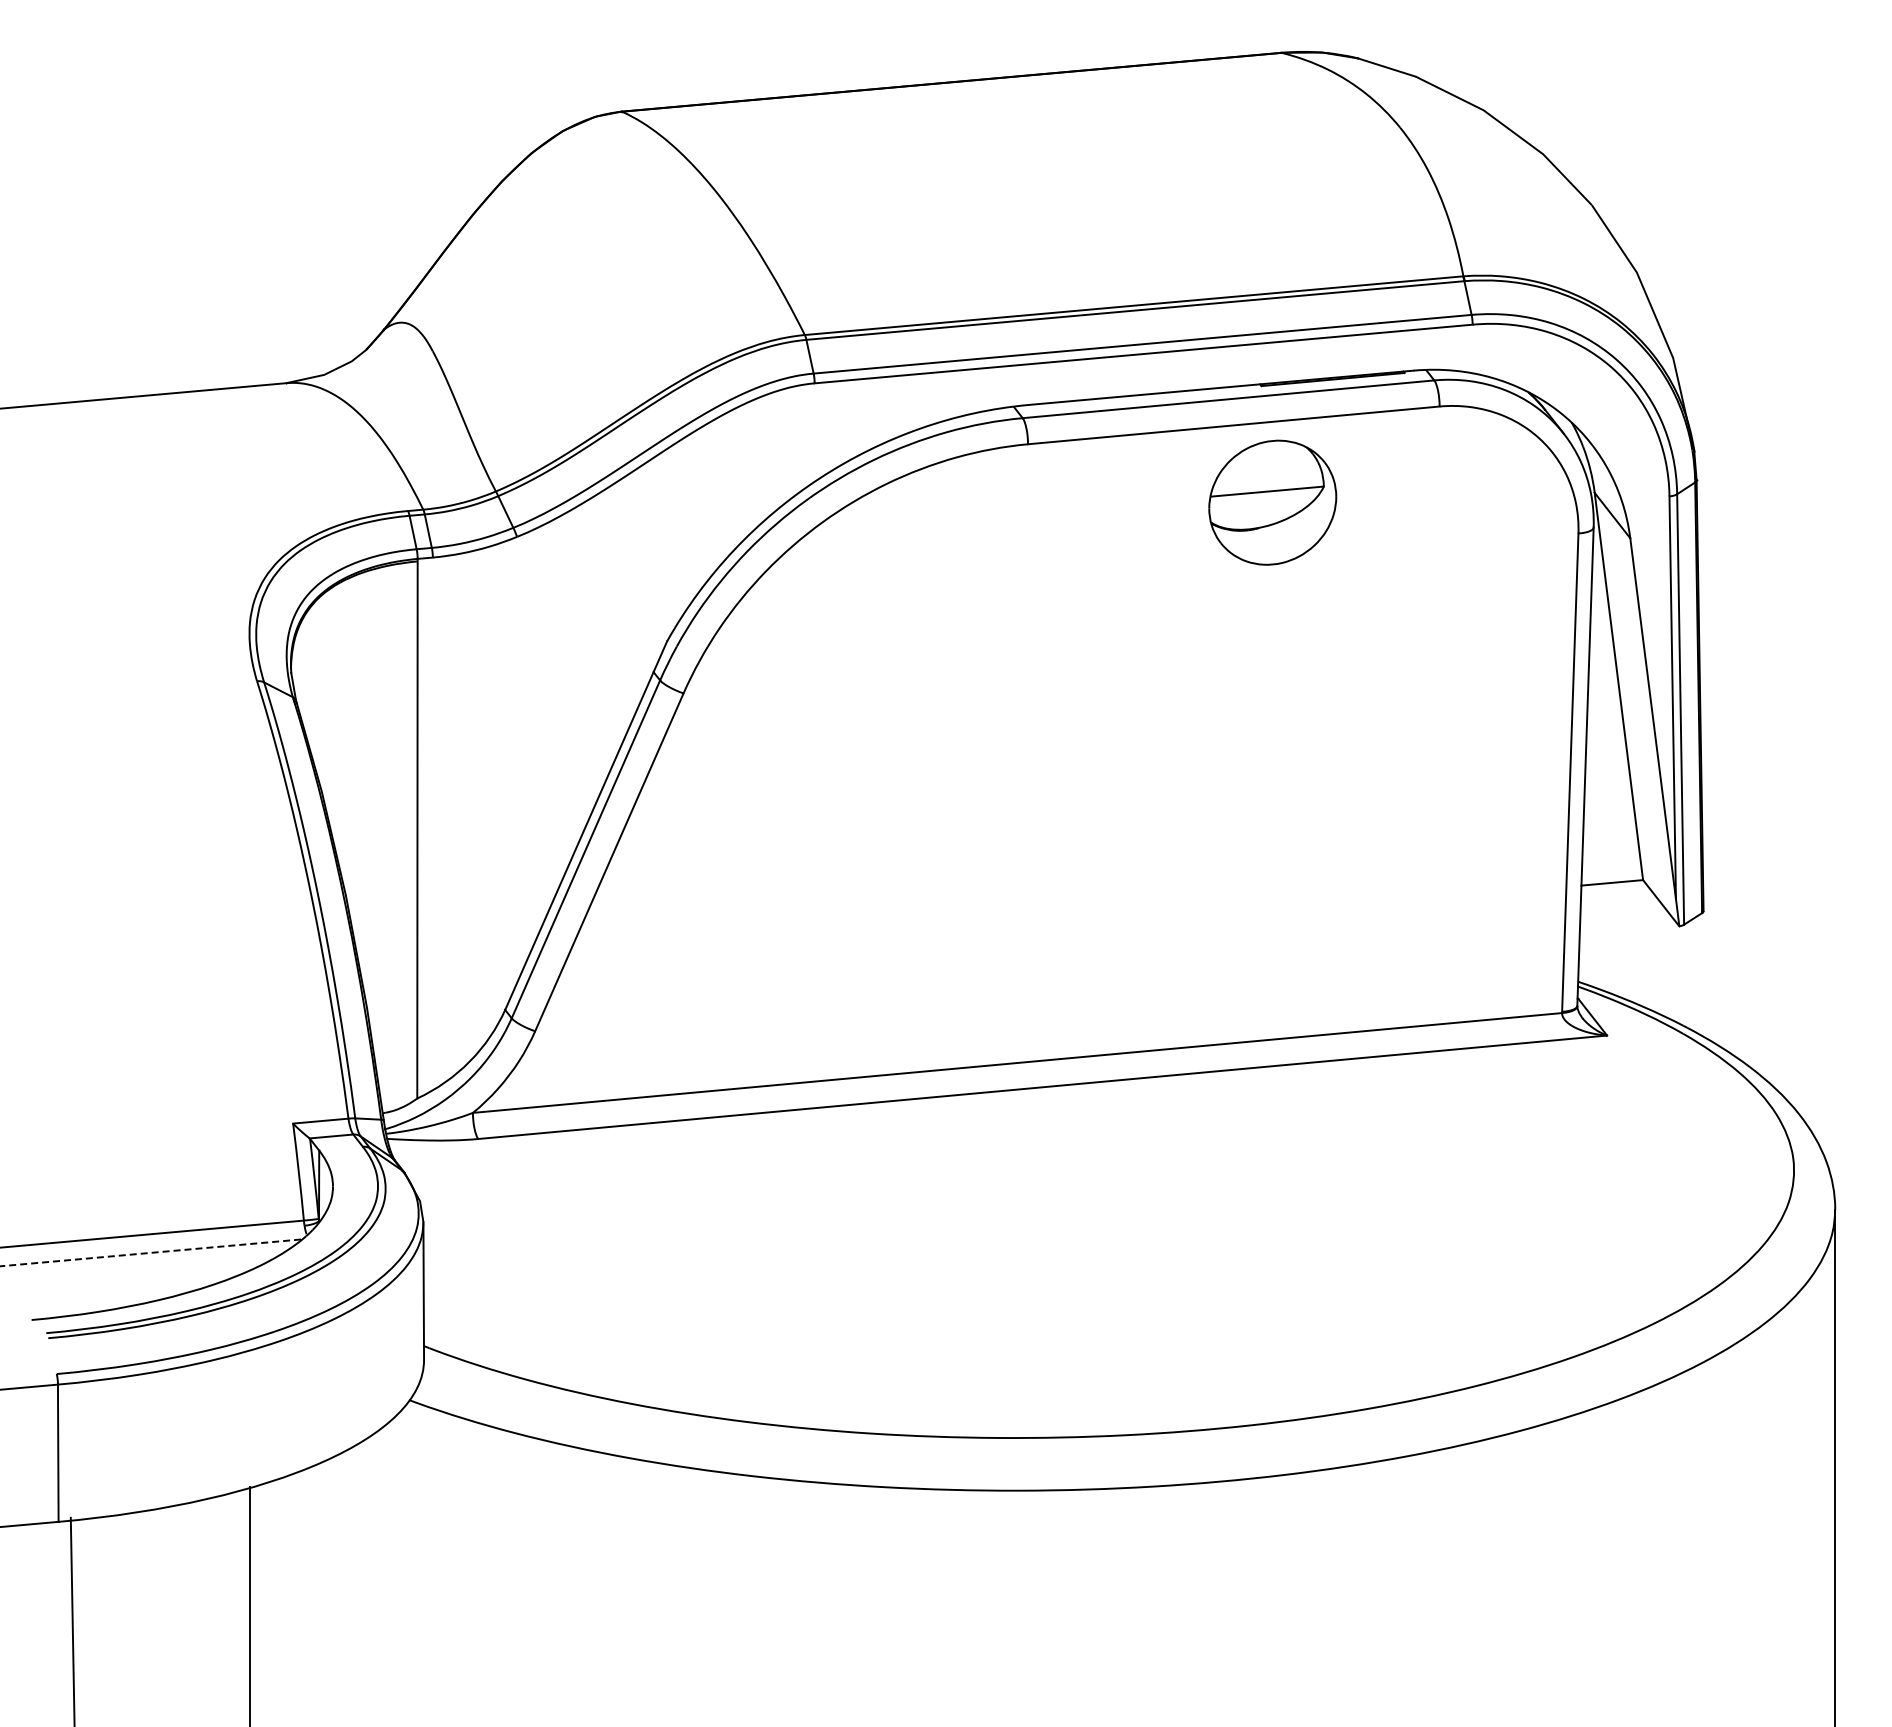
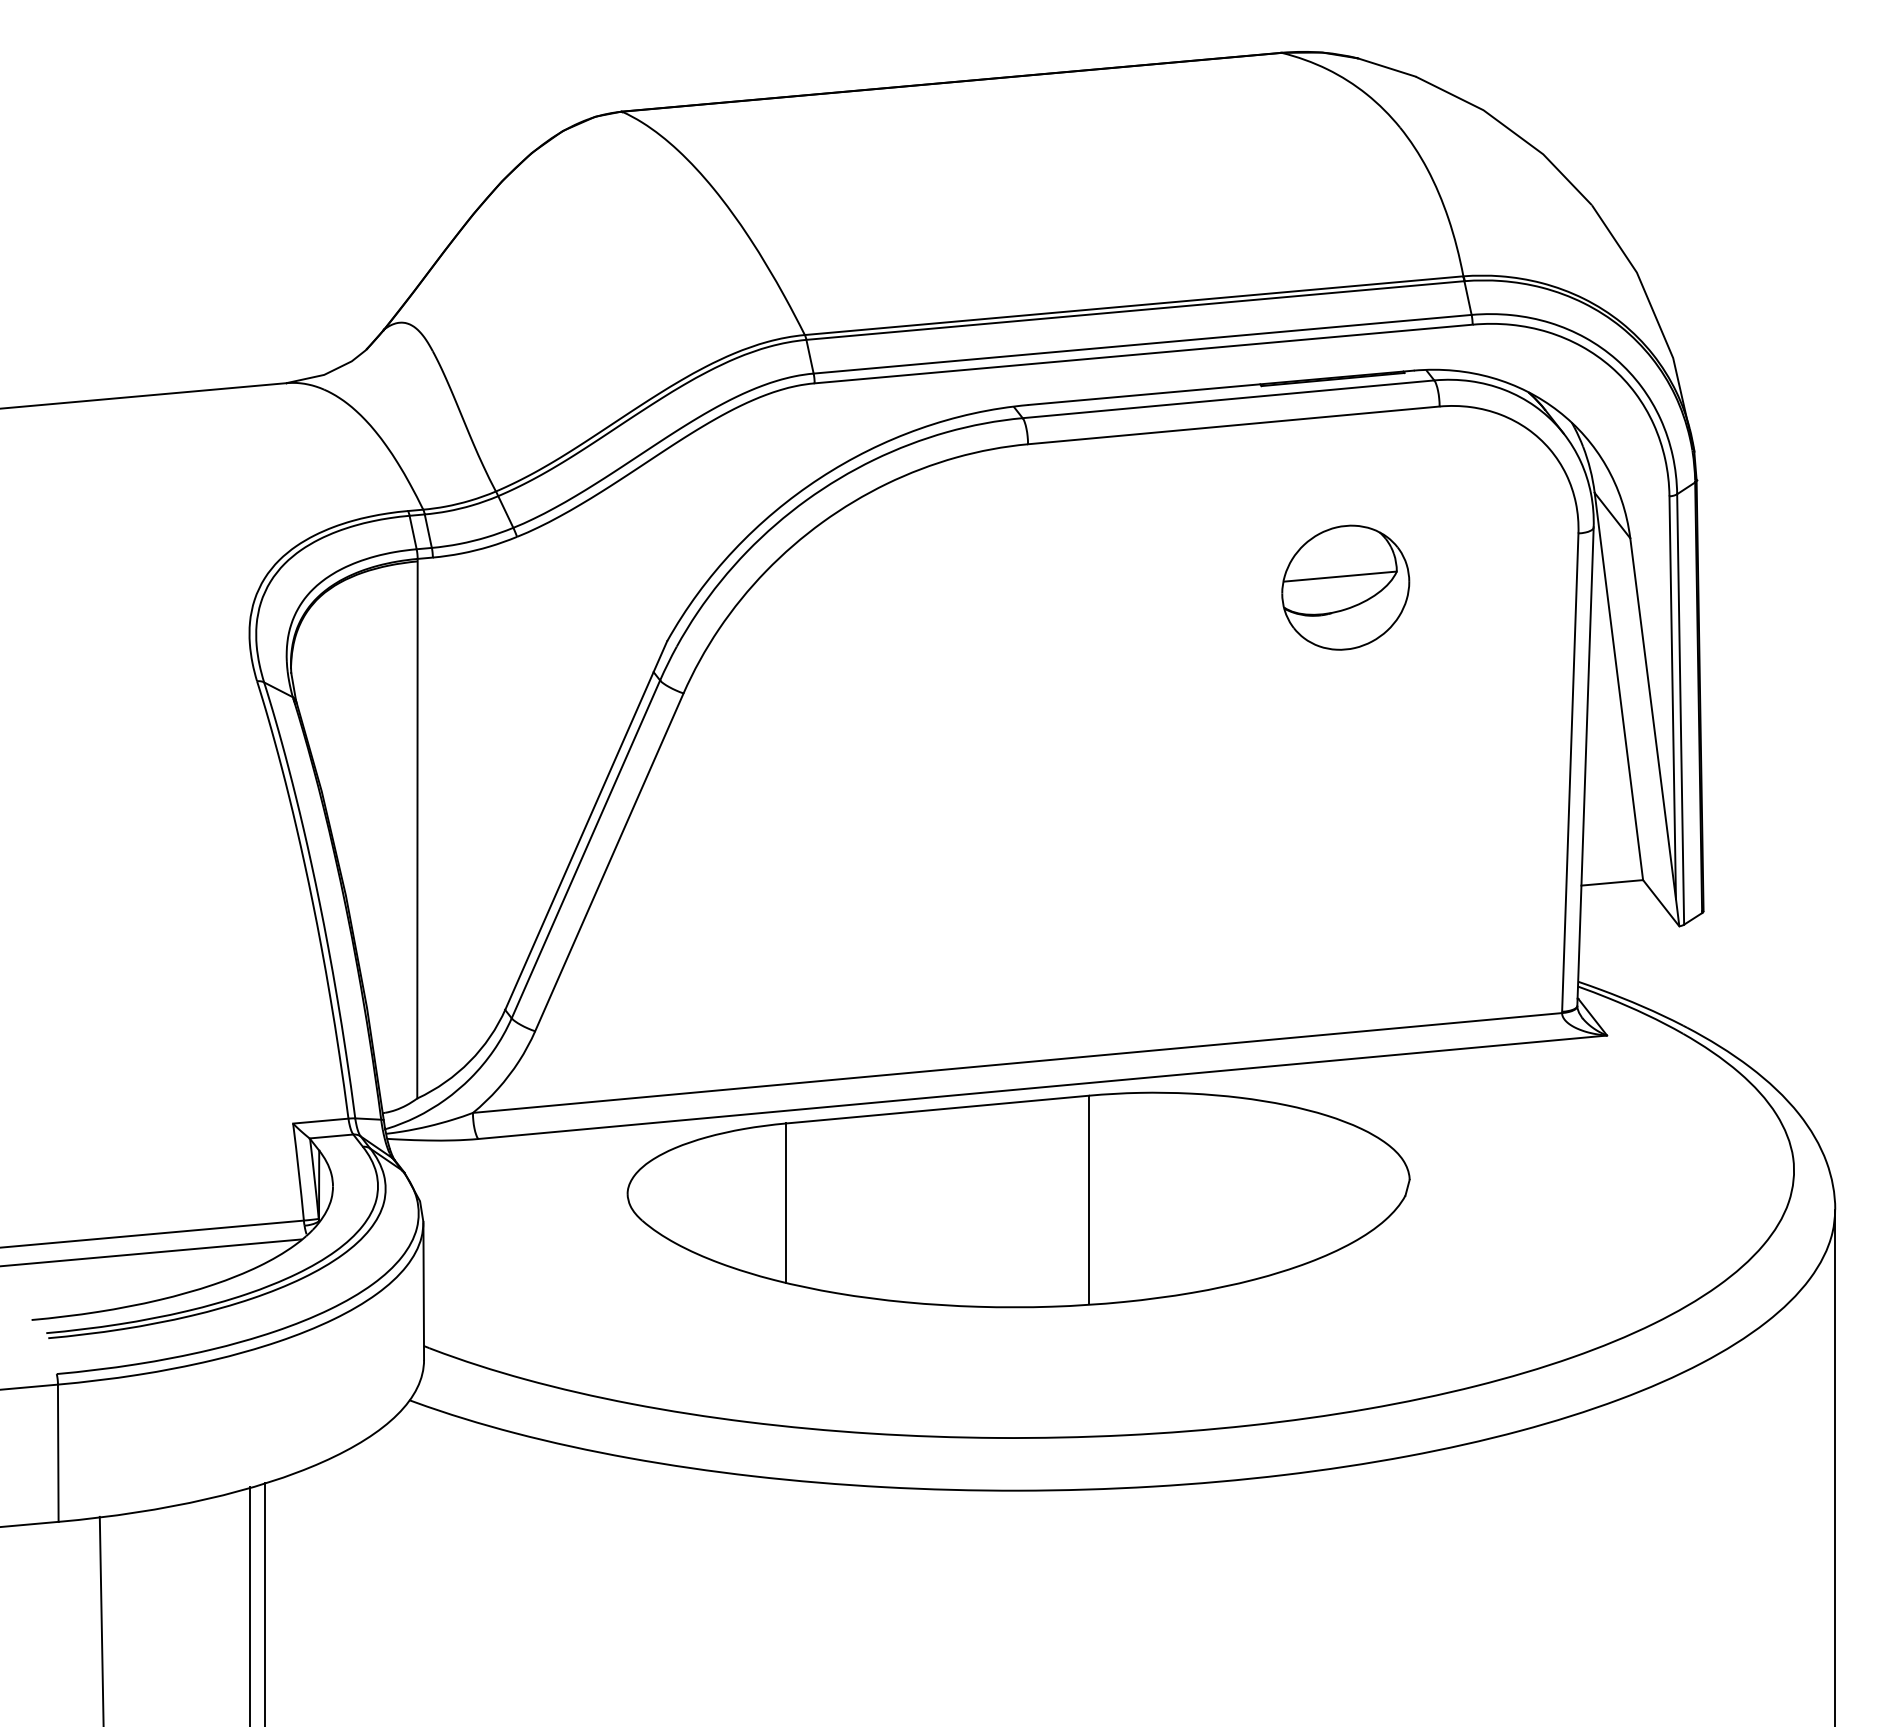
part at (1272, 502) position: (1272, 502) -> (1345, 587)
part at (1018, 1199): none -> present
line at (150, 1252): dashed -> solid
line at (264, 1603): none -> present
line at (72, 1620) position: (72, 1620) -> (101, 1619)
